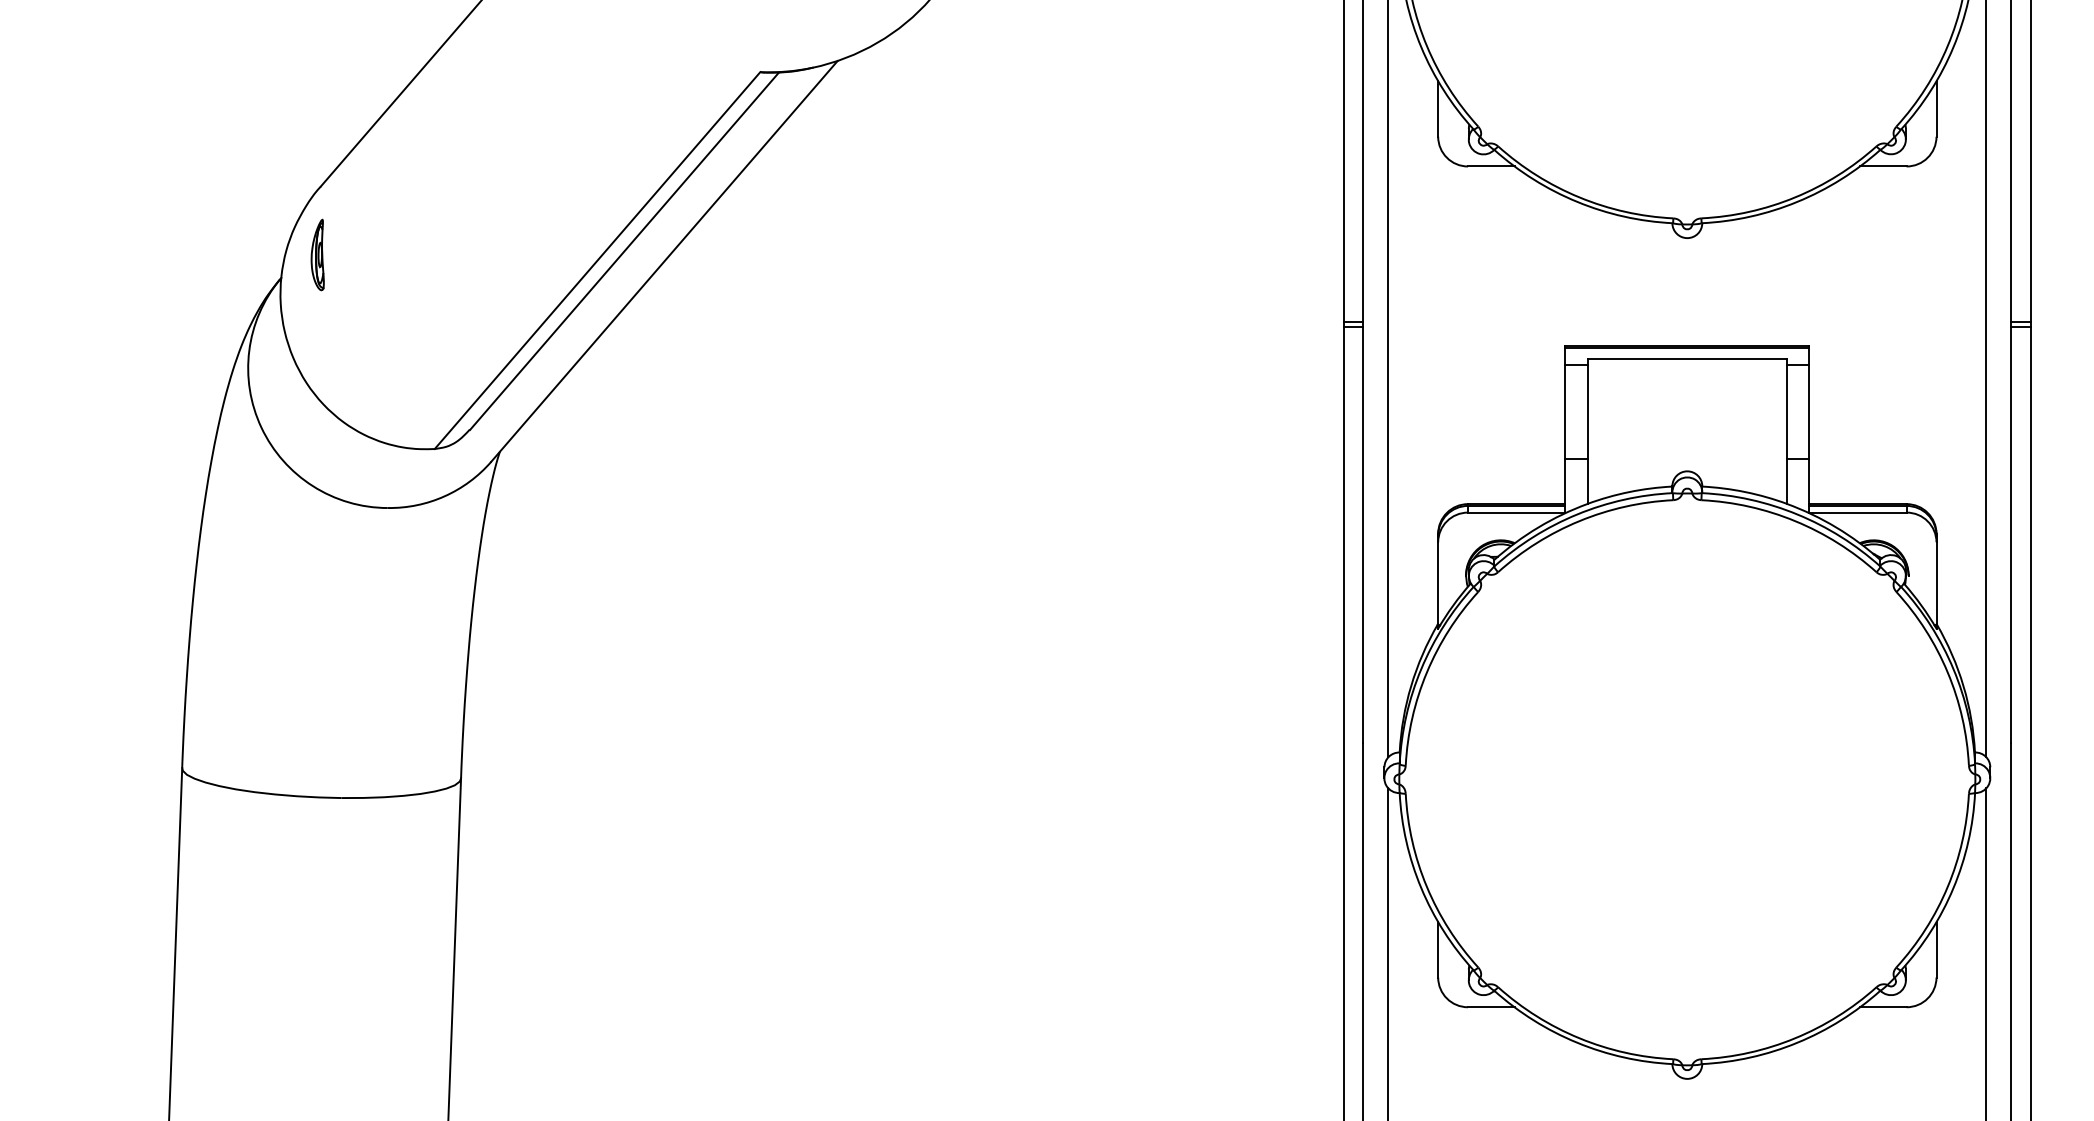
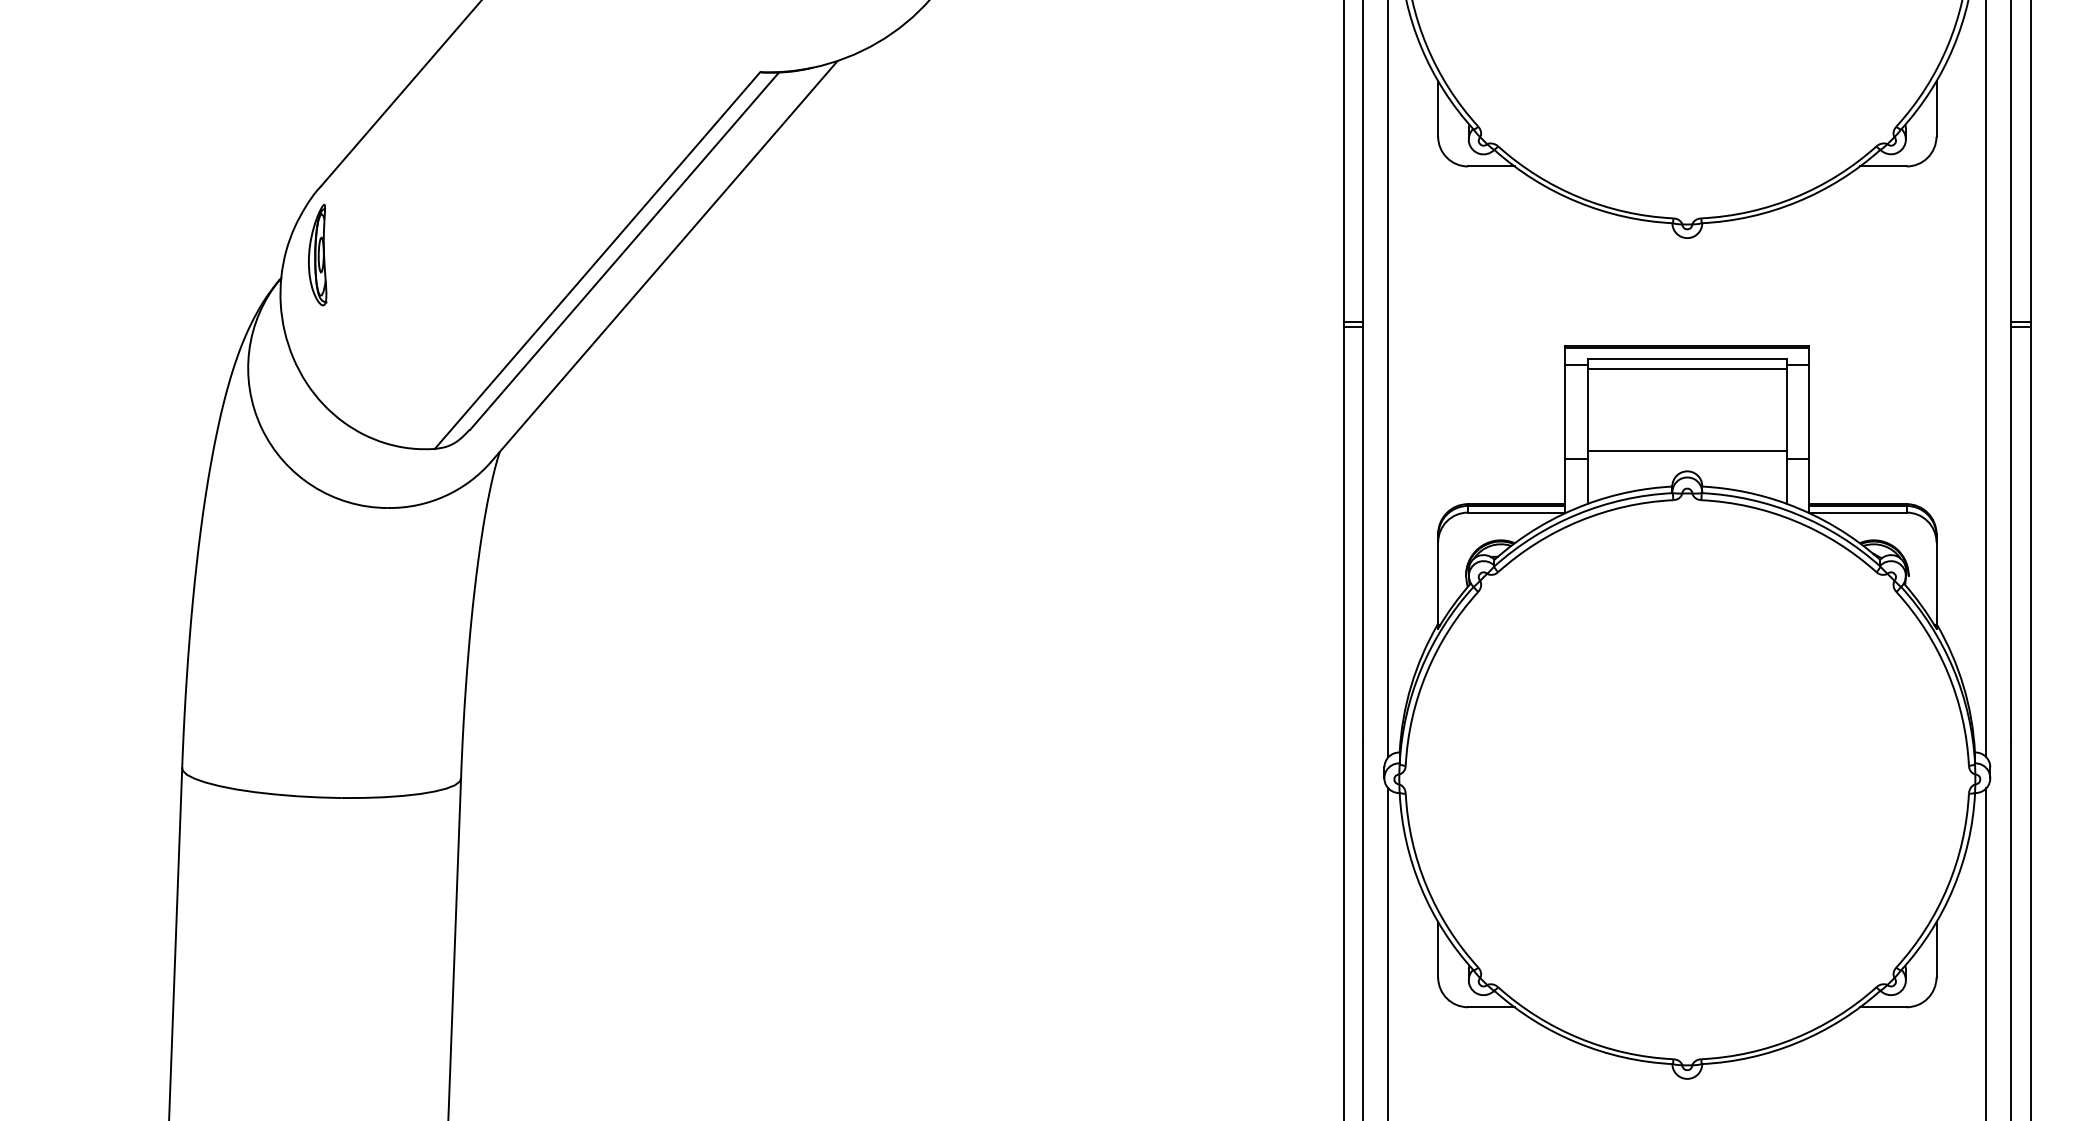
part at (317, 254) size: 15x74 px -> 20x104 px
line at (1687, 368): none -> present
line at (1687, 450): none -> present
